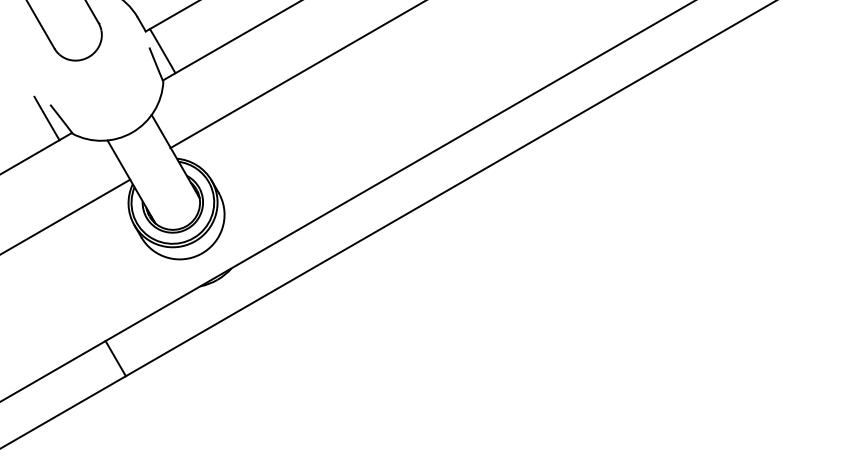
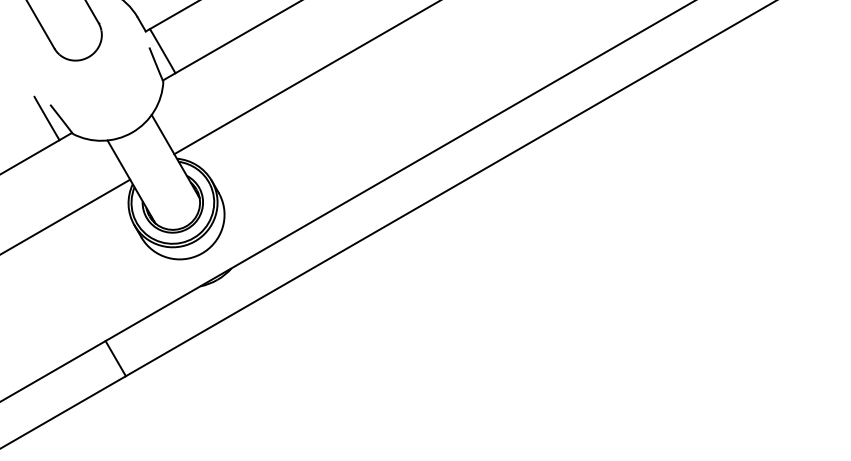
line at (296, 75) position: (296, 75) -> (305, 78)
